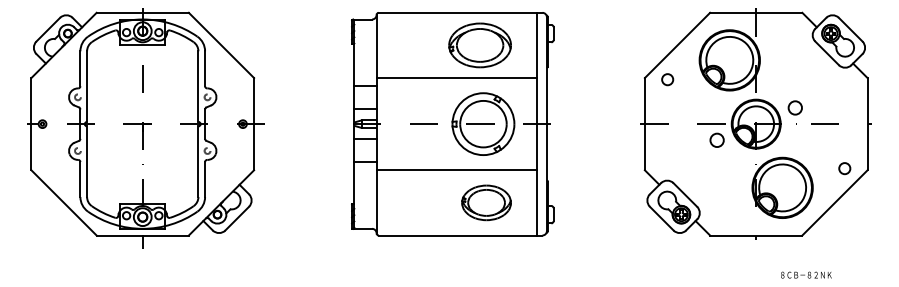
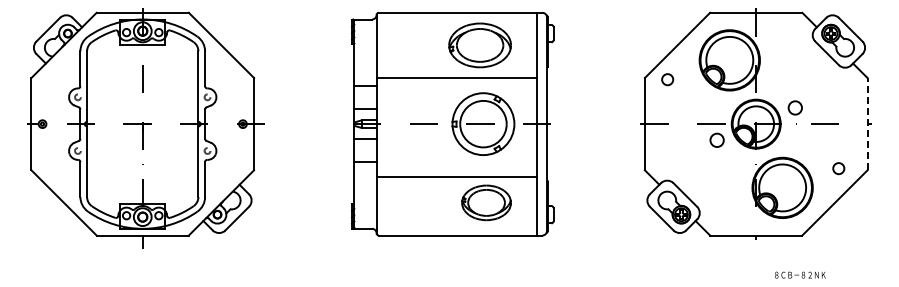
line at (867, 123): solid -> dashed
circle at (844, 168) position: (844, 168) -> (838, 168)
line at (456, 170) position: (456, 170) -> (456, 177)
text at (806, 274) position: (806, 274) -> (800, 274)
